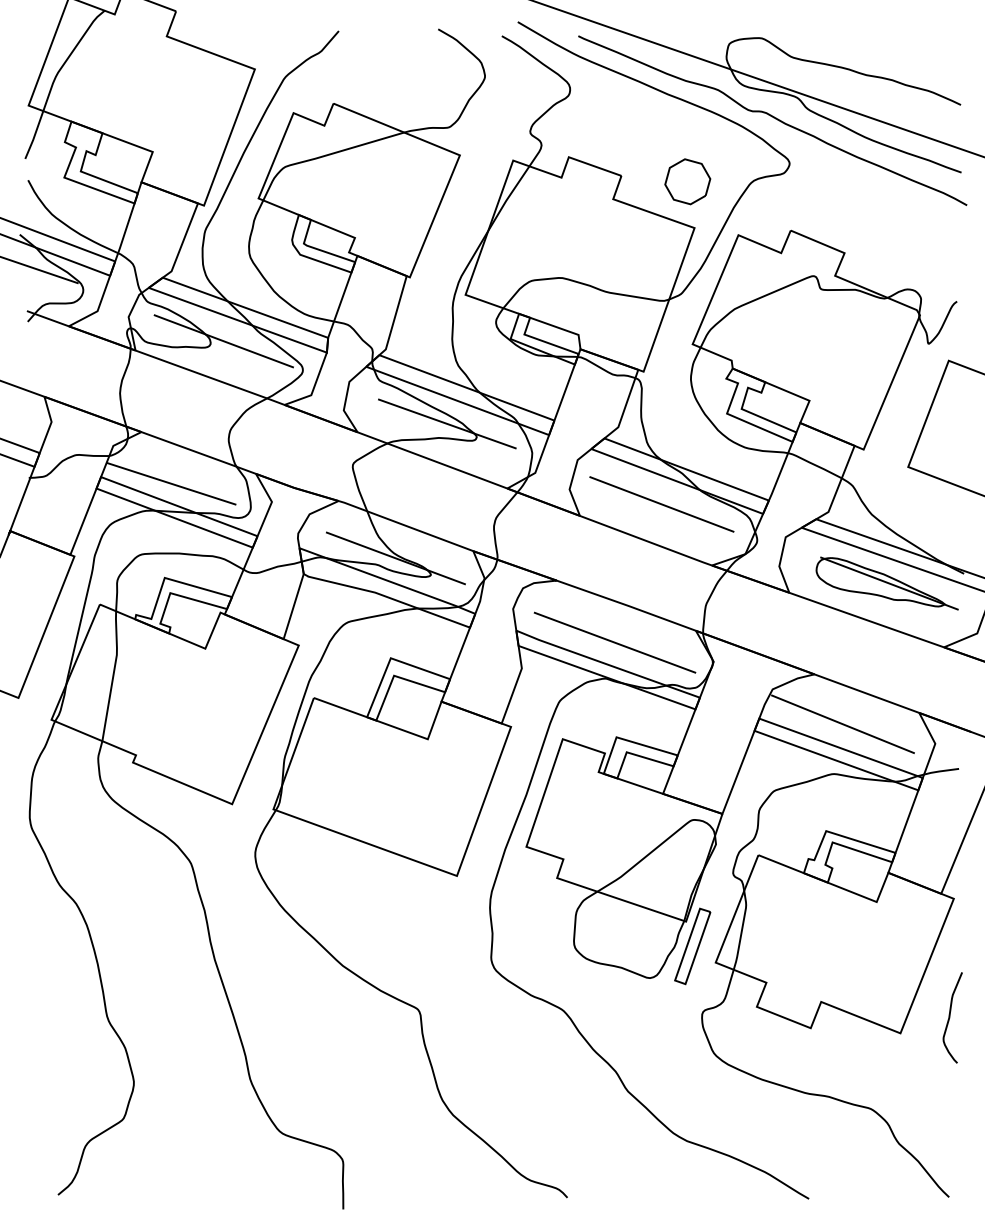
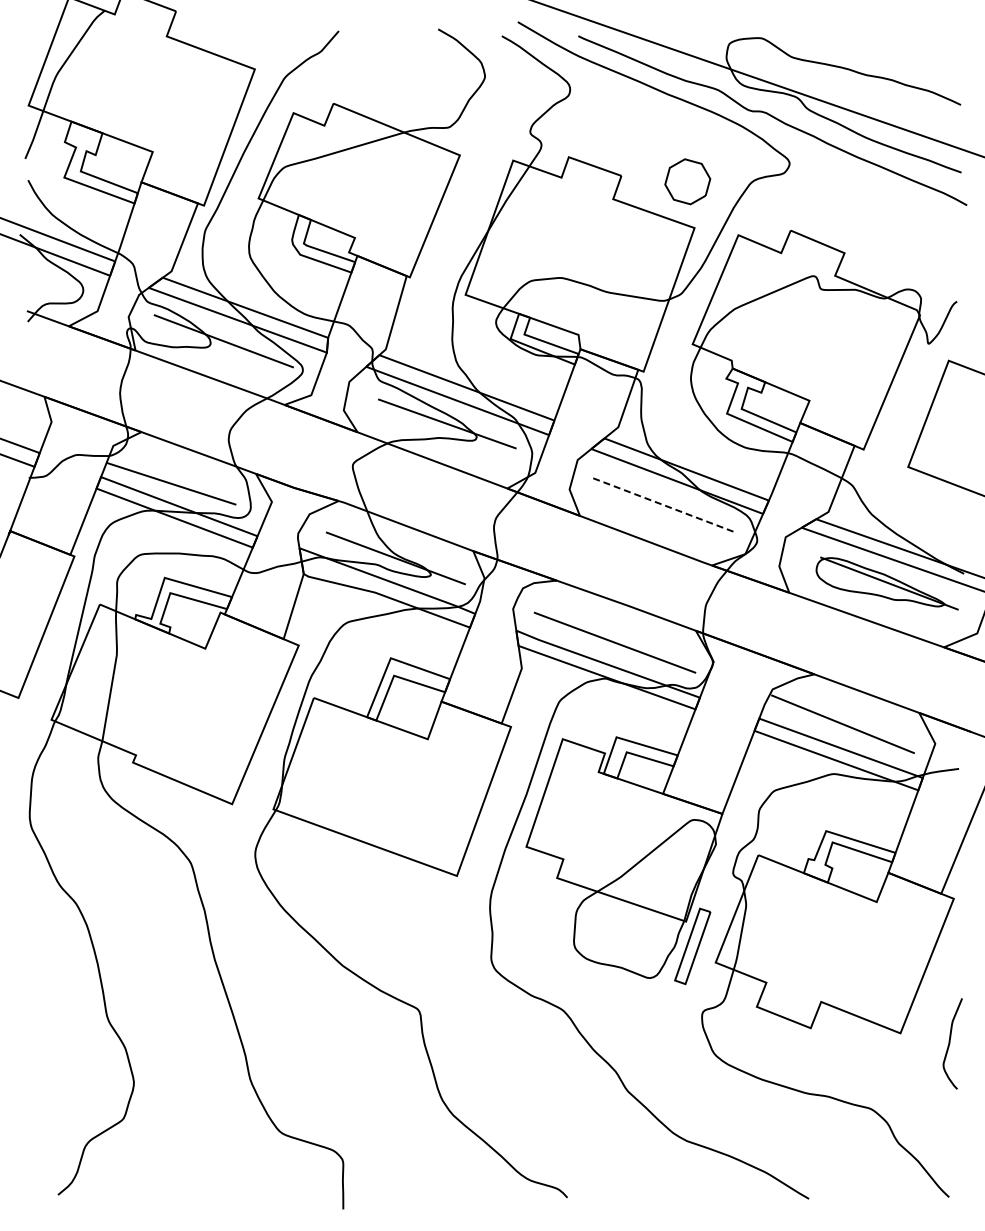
line at (39, 270): present -> none
line at (661, 504): solid -> dashed
curve at (950, 1017) position: (950, 1017) -> (950, 1043)
